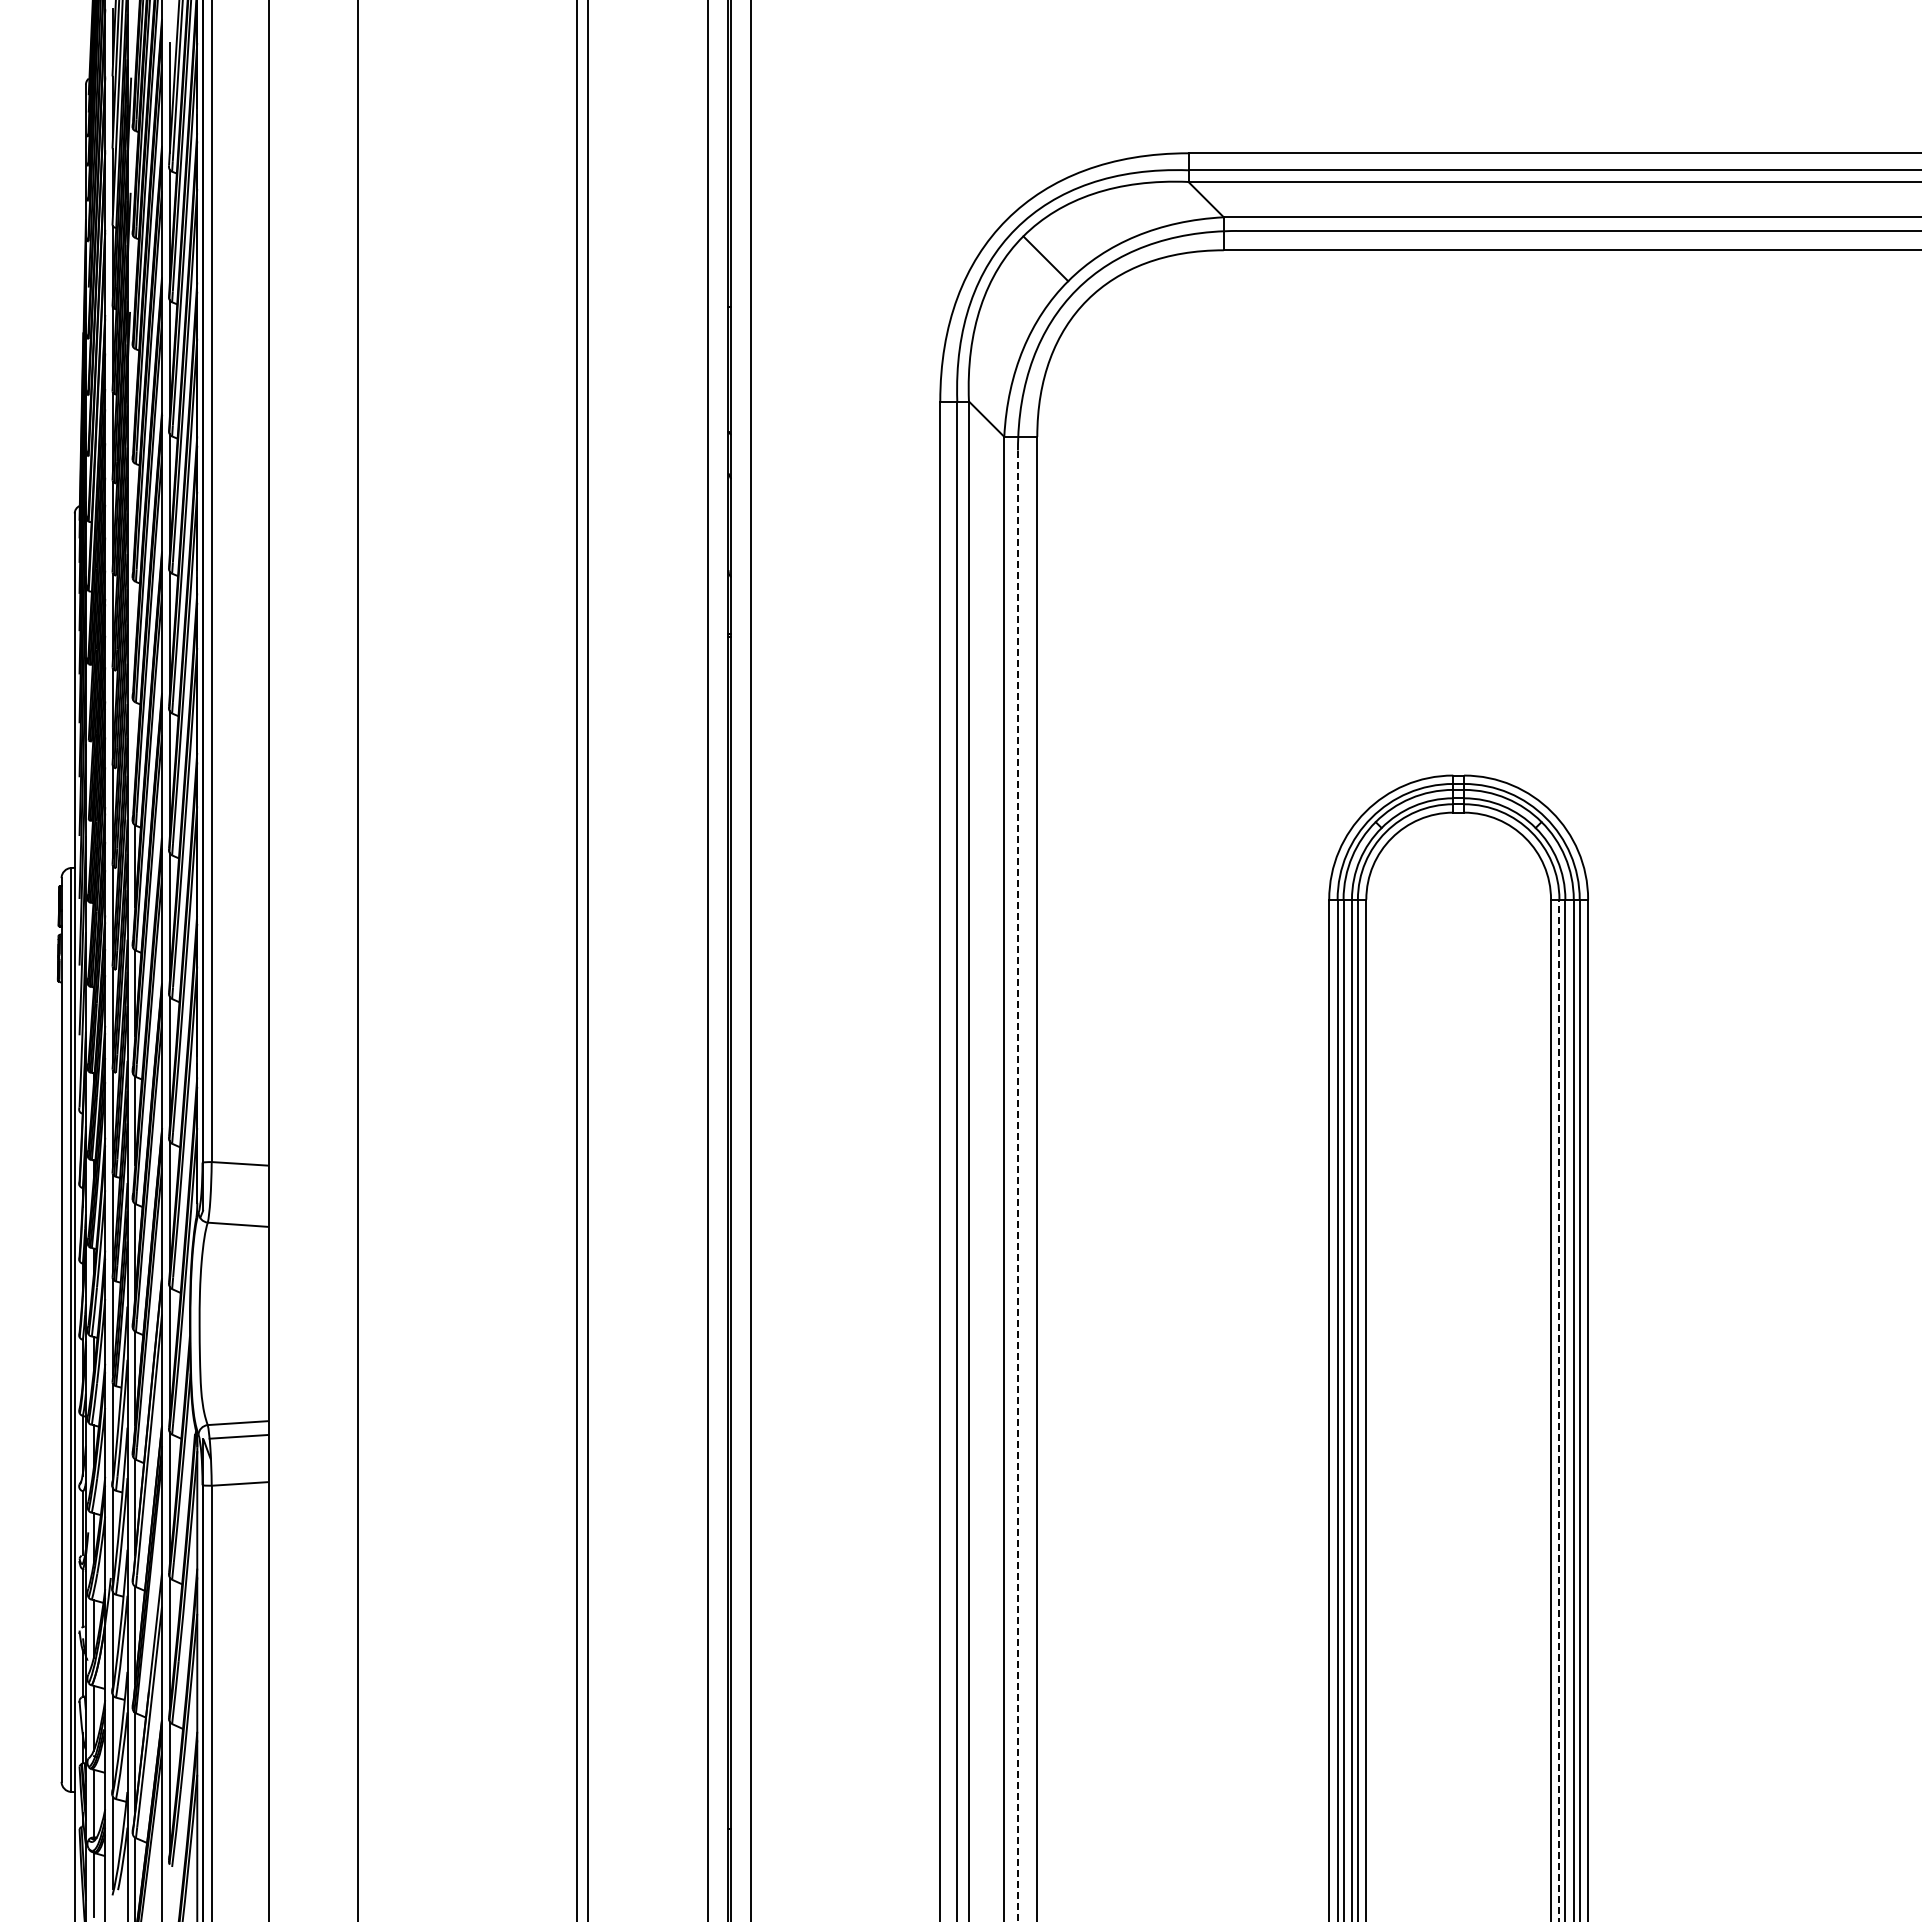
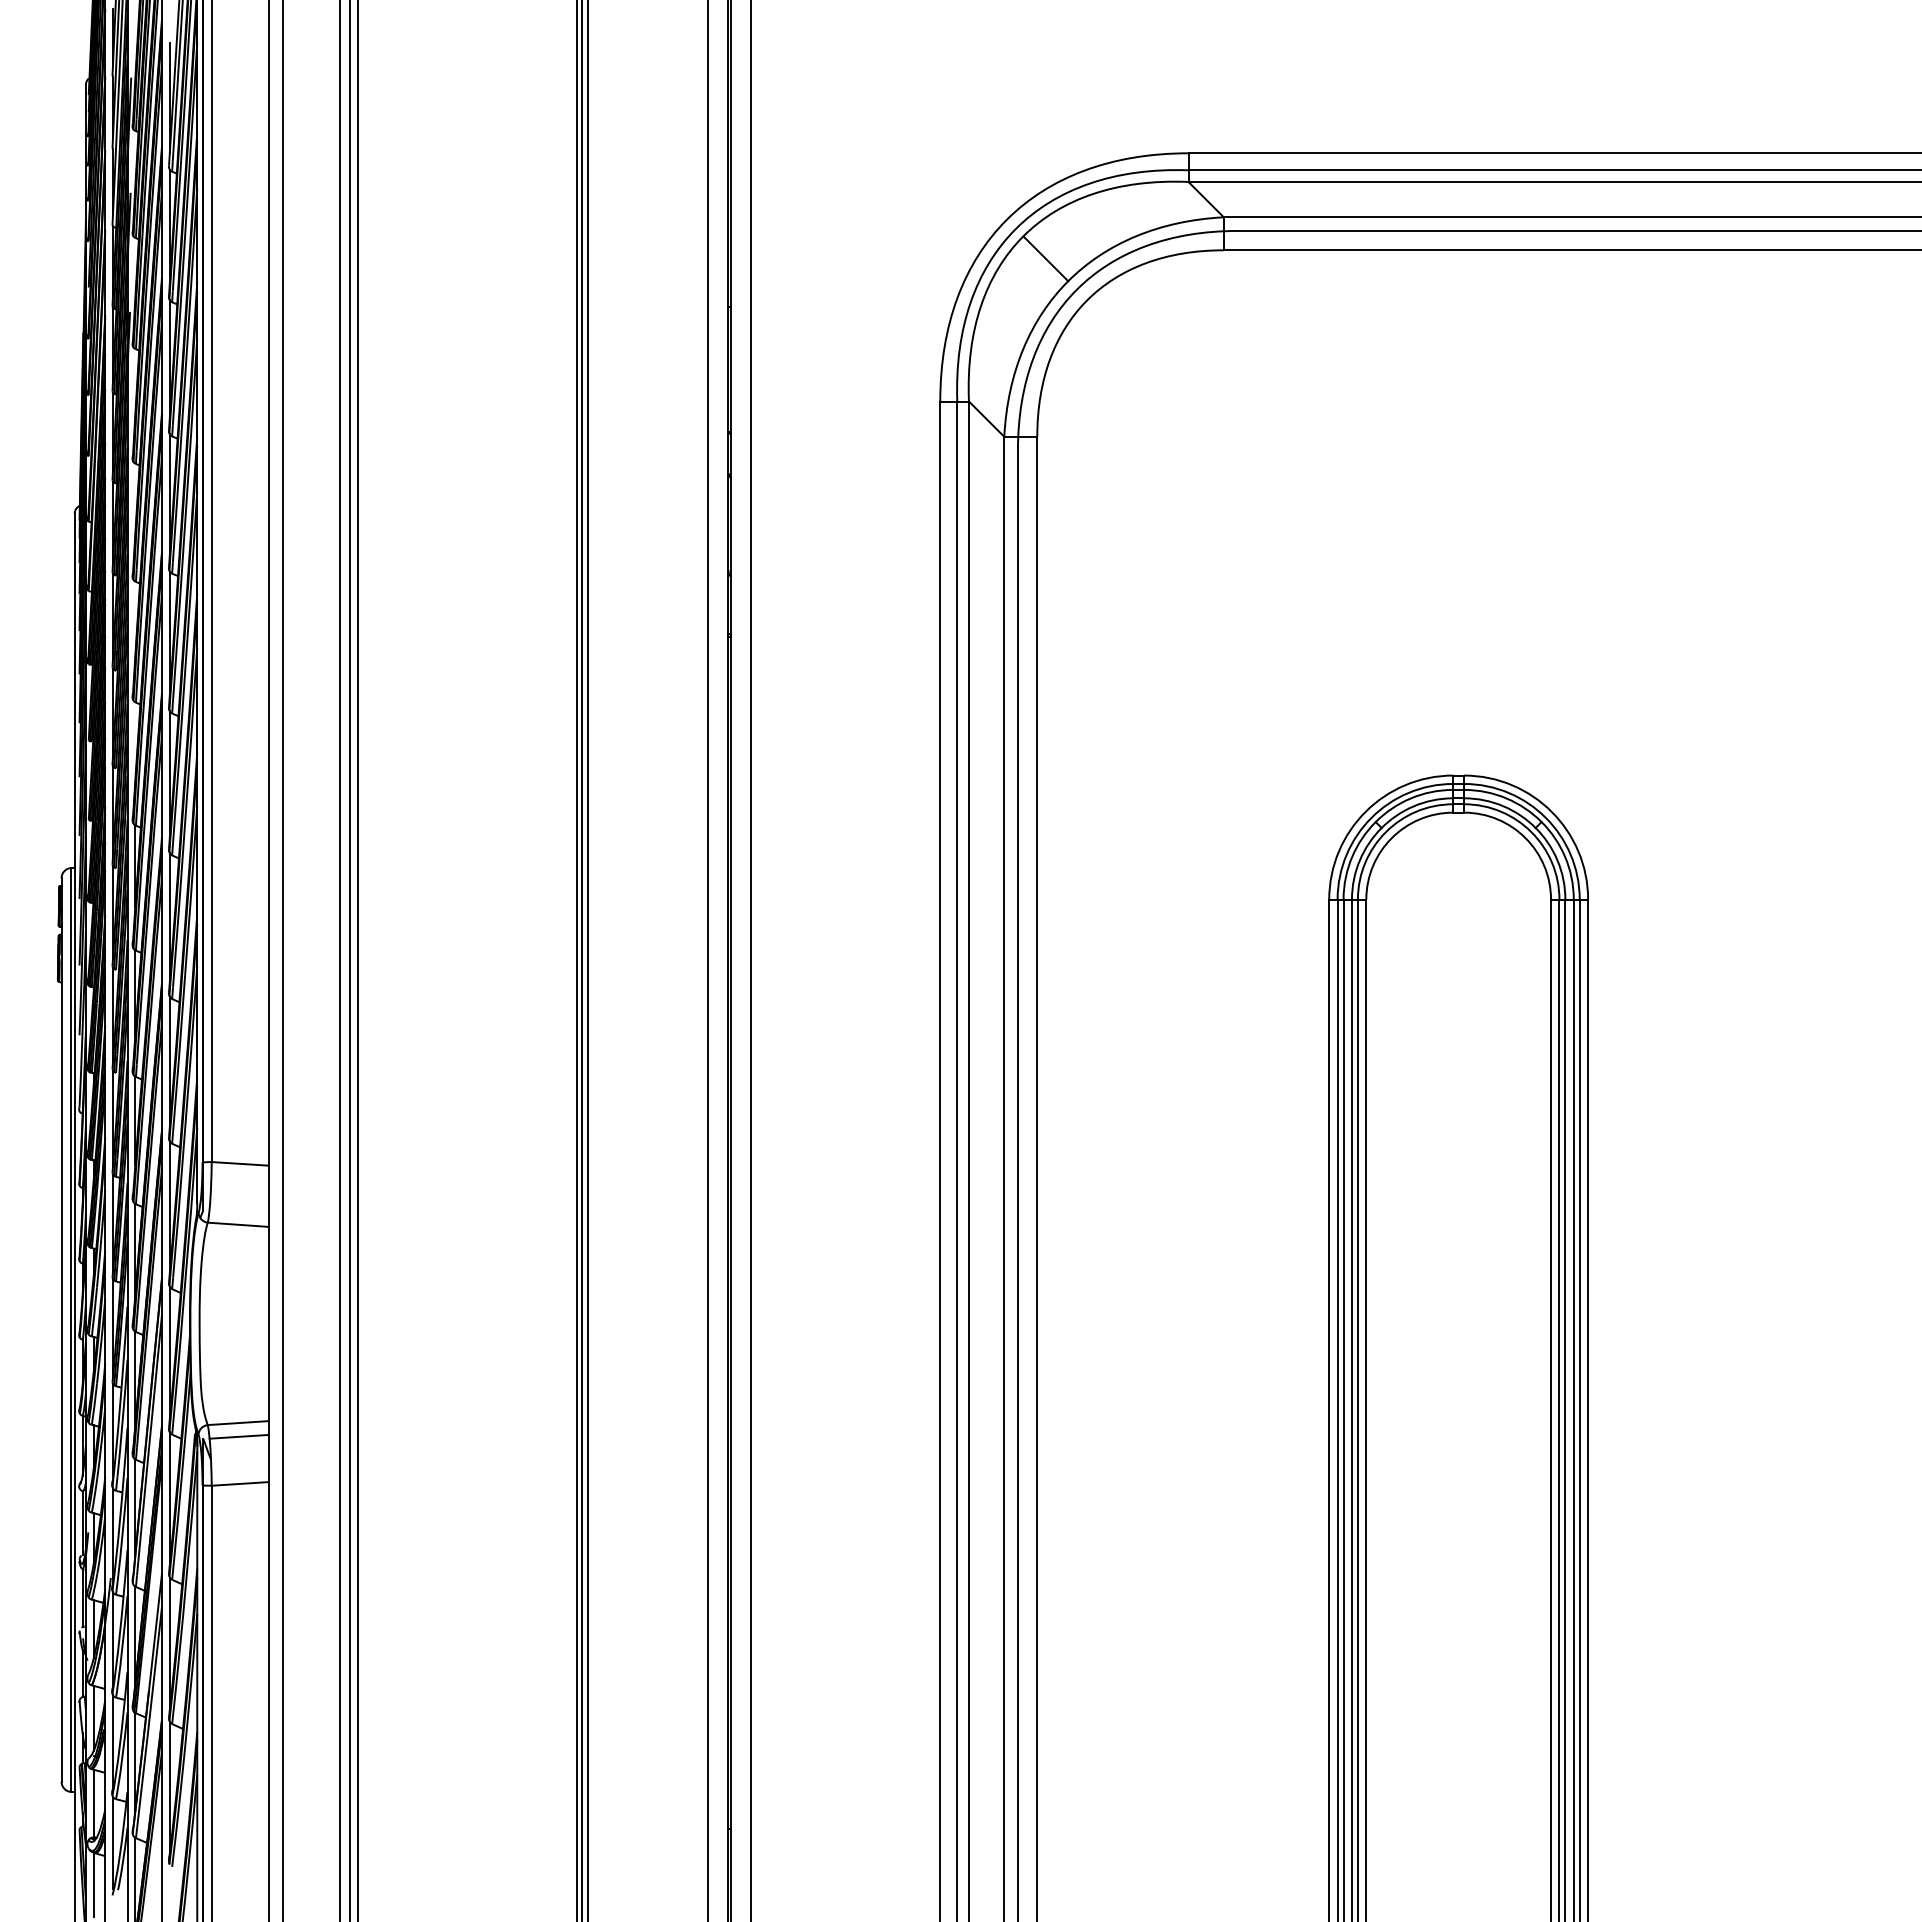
line at (282, 960): none -> present
line at (339, 960): none -> present
line at (349, 960): none -> present
line at (581, 960): none -> present
line at (1017, 1186): dashed -> solid
line at (1559, 1410): dashed -> solid
